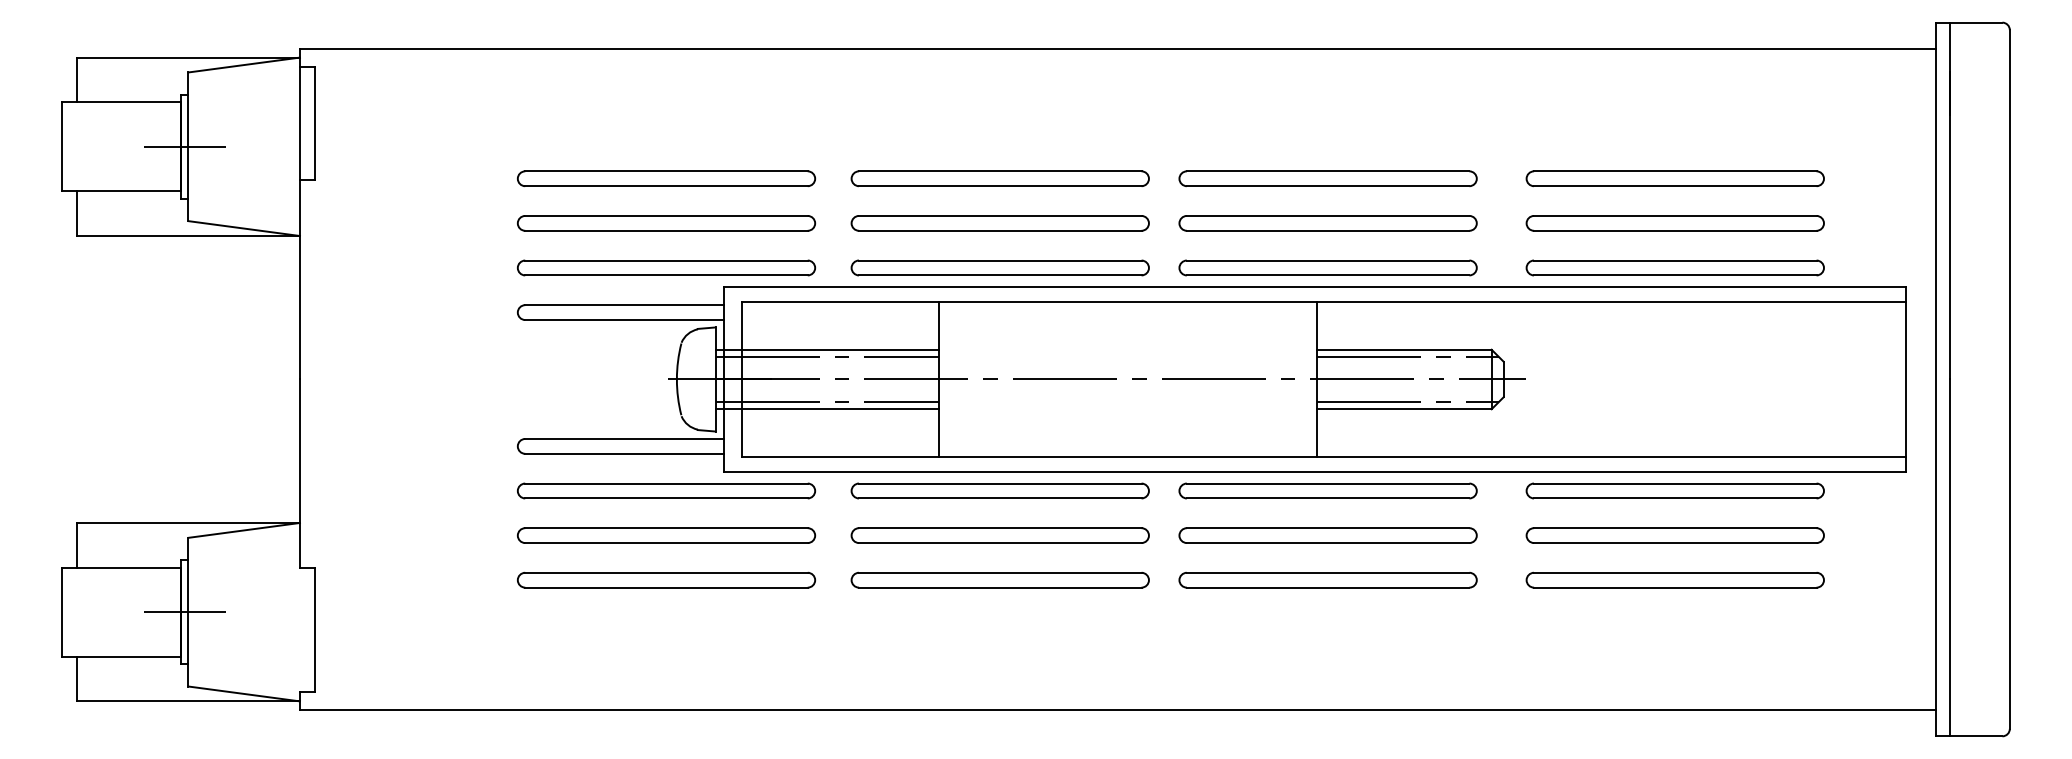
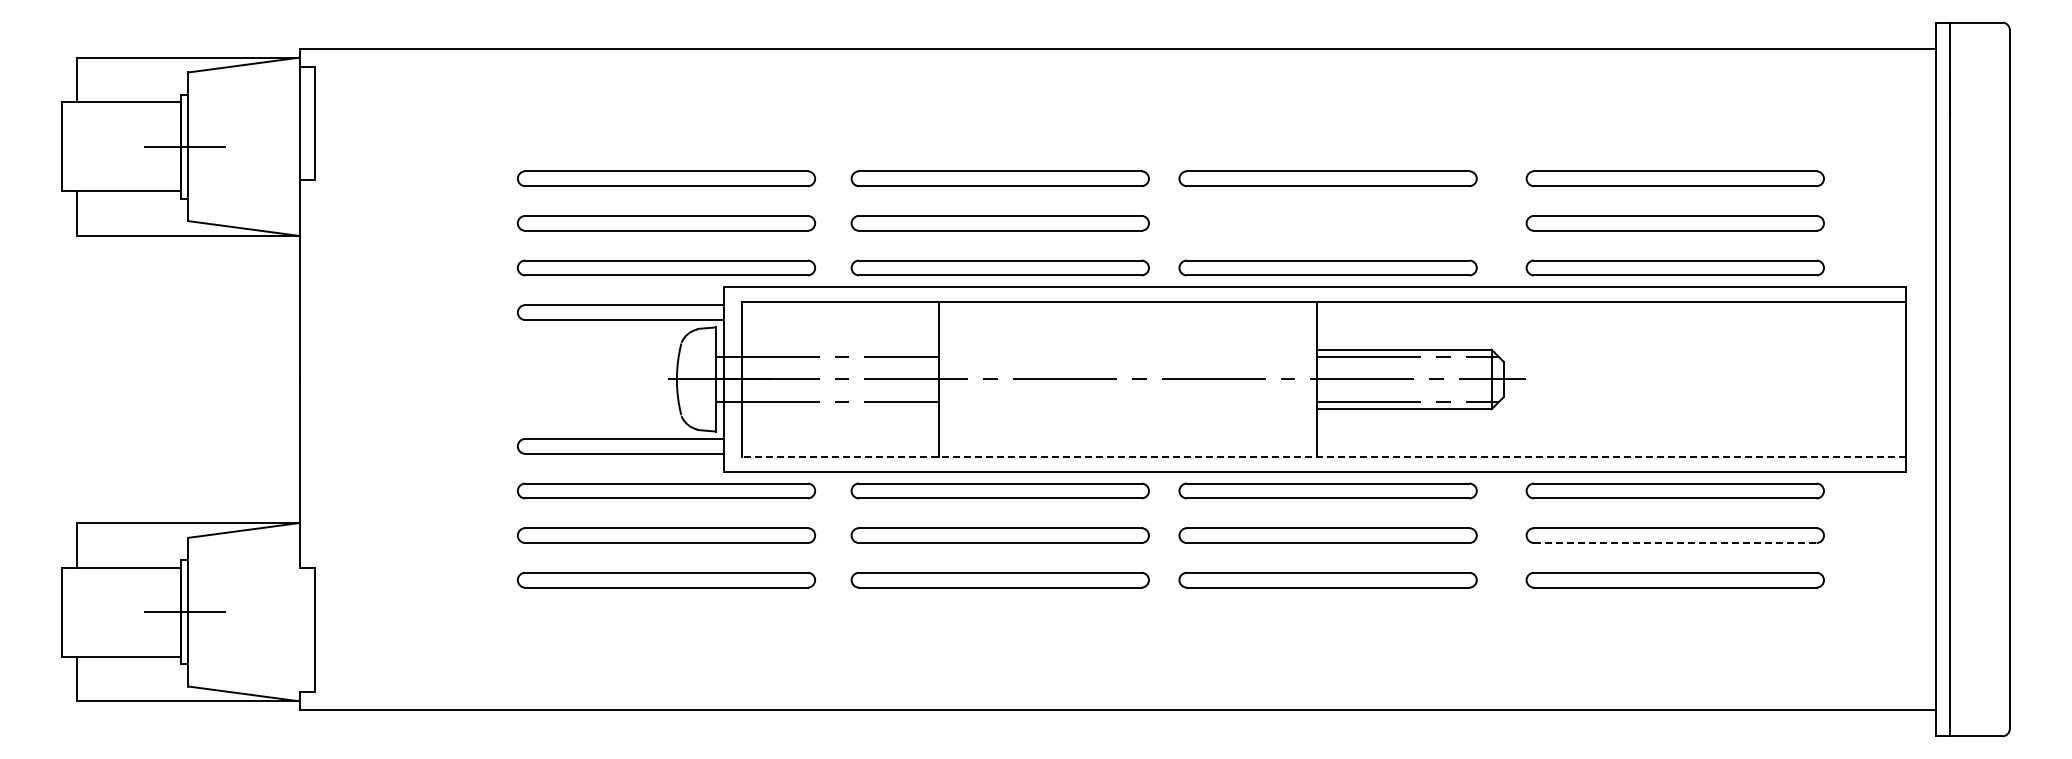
part at (1327, 223): present -> none
line at (827, 349): present -> none
line at (827, 409): present -> none
line at (1324, 456): solid -> dashed
line at (1675, 543): solid -> dashed
